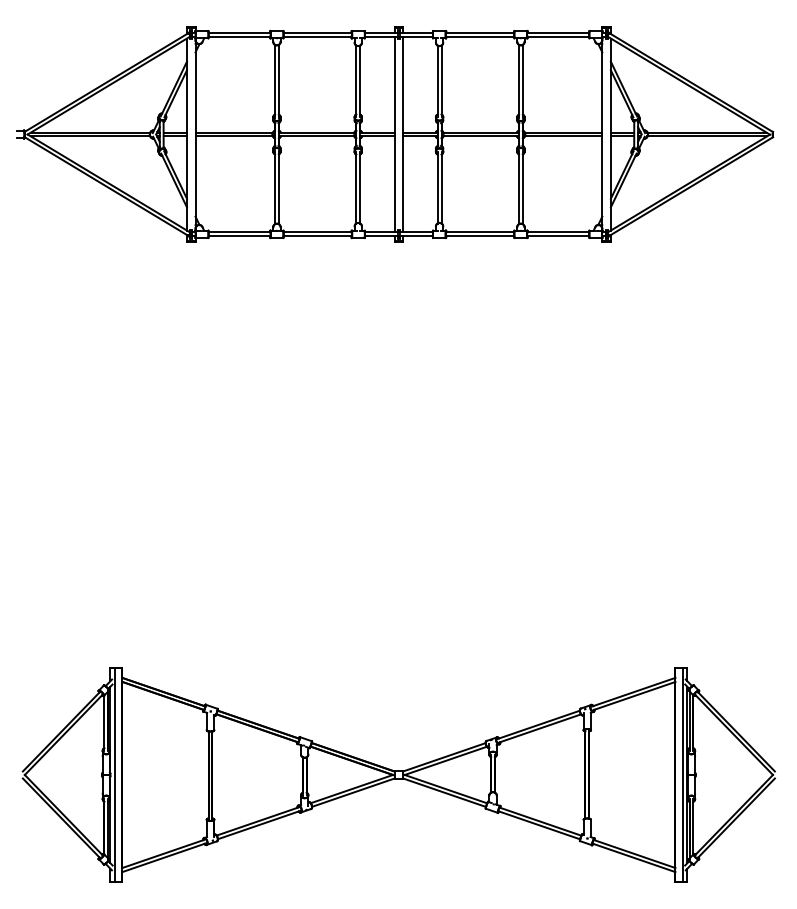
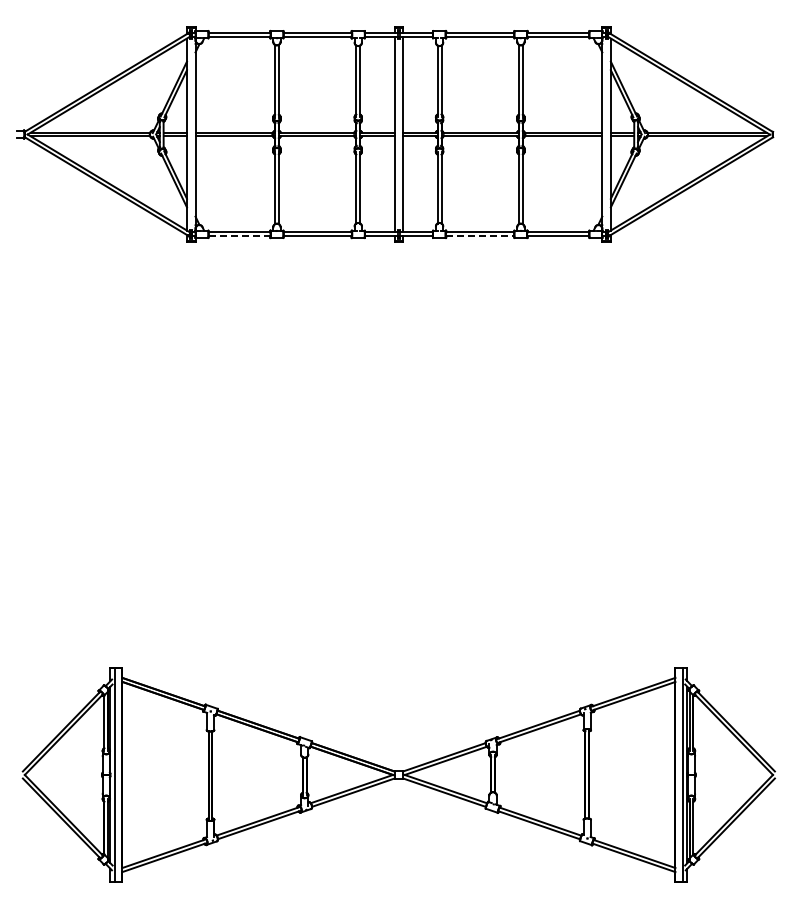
line at (240, 236): solid -> dashed
line at (480, 236): solid -> dashed
